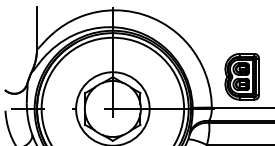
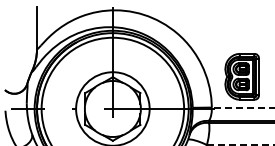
line at (242, 107): solid -> dashed
line at (240, 145): solid -> dashed
